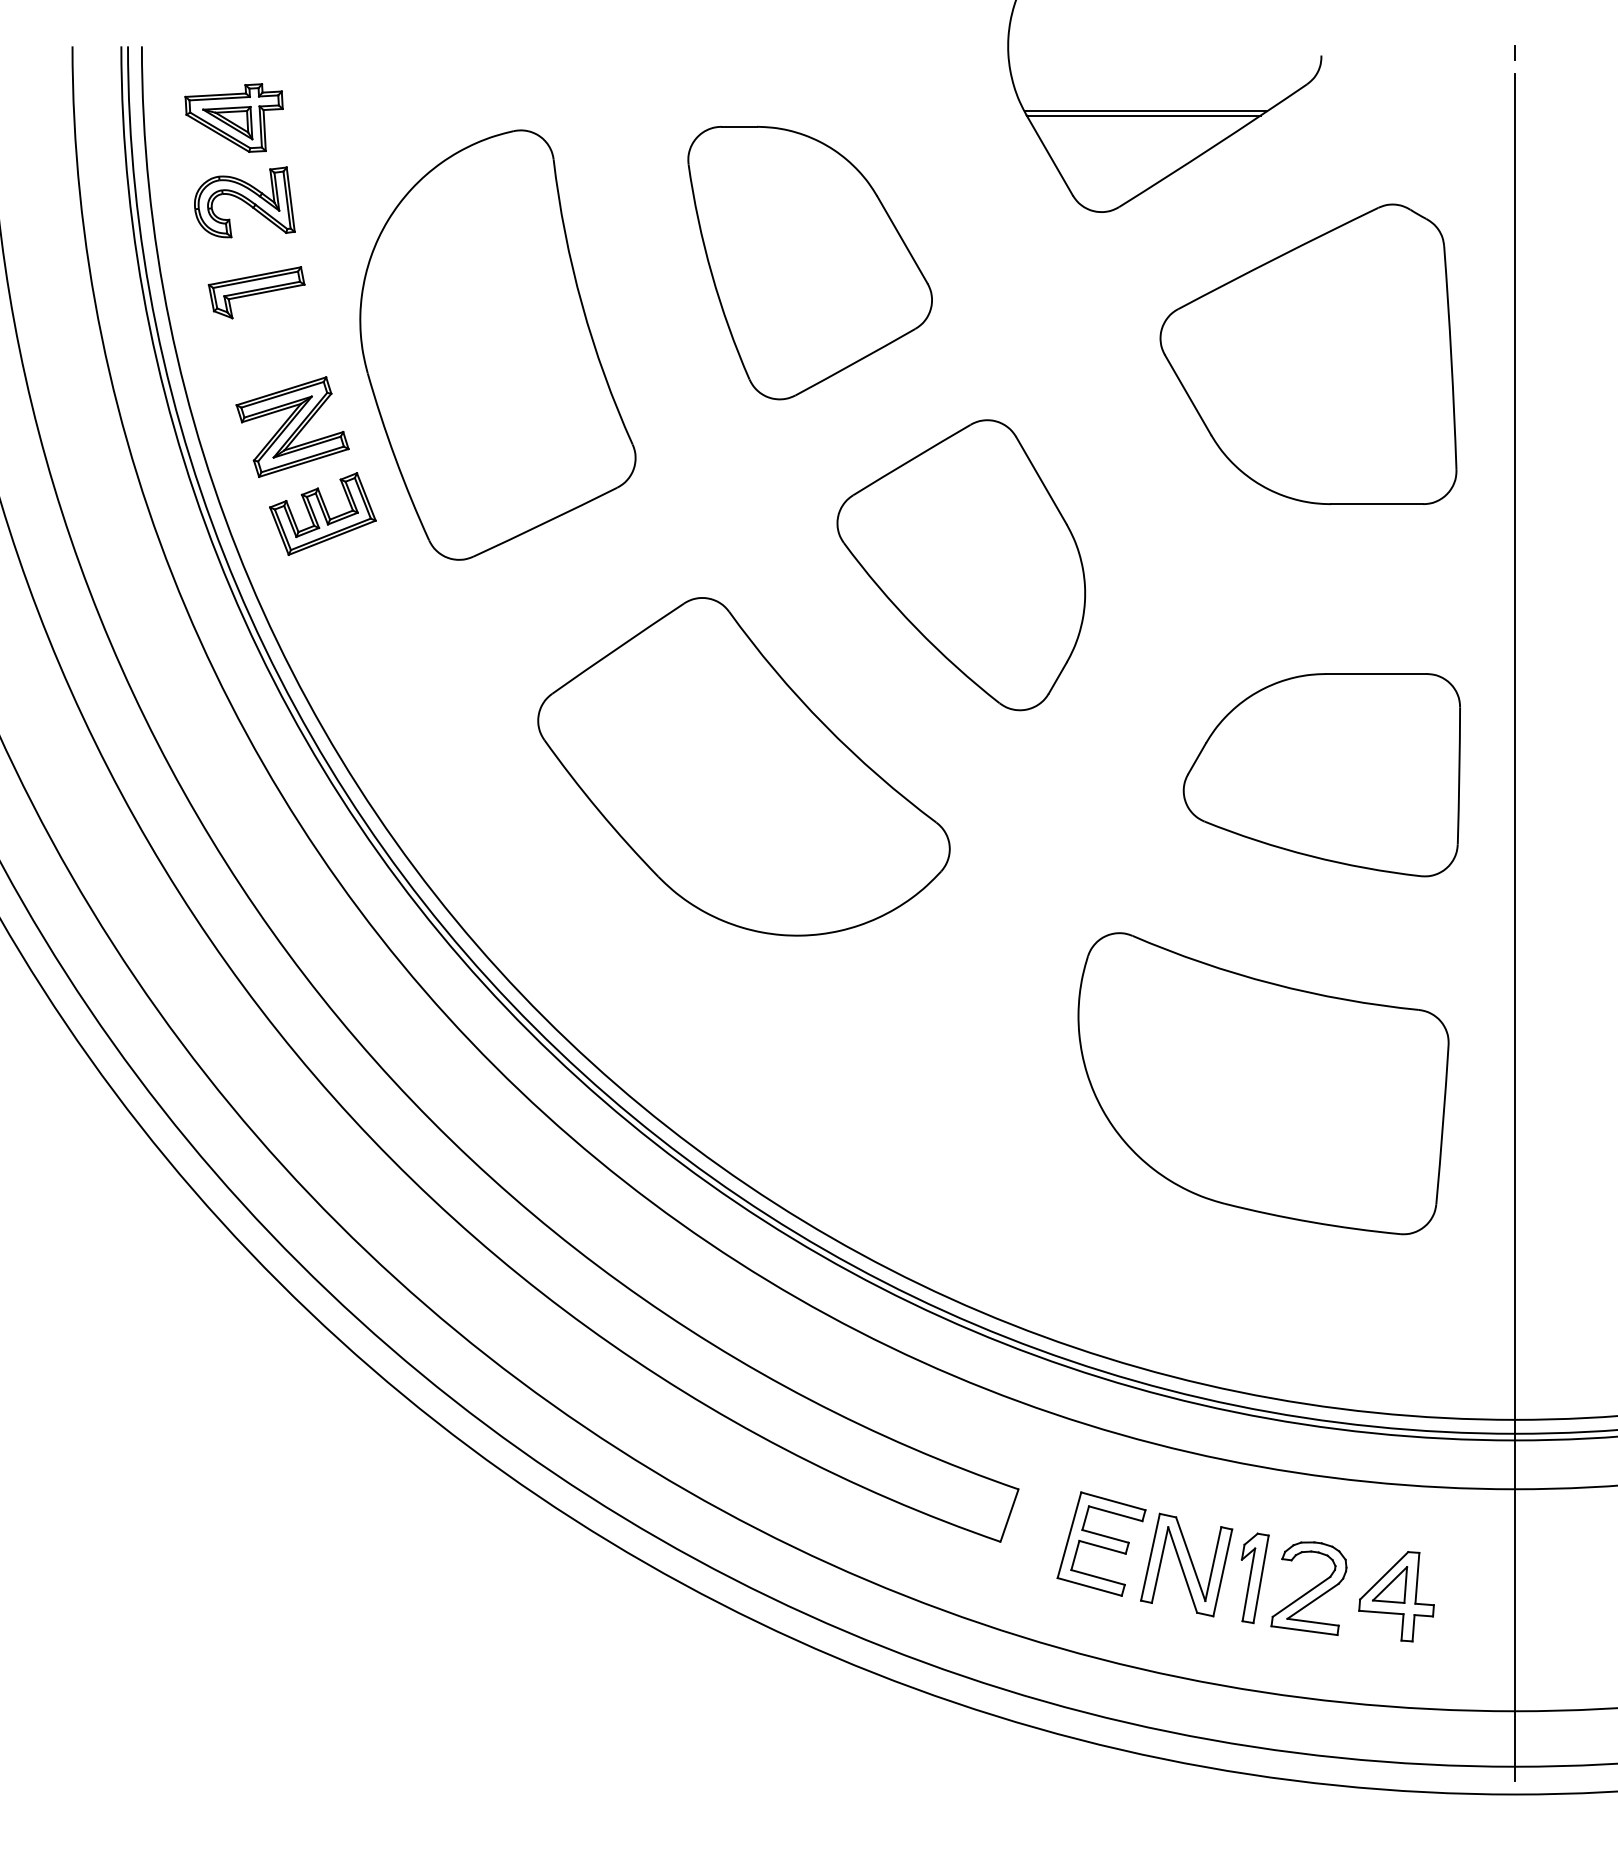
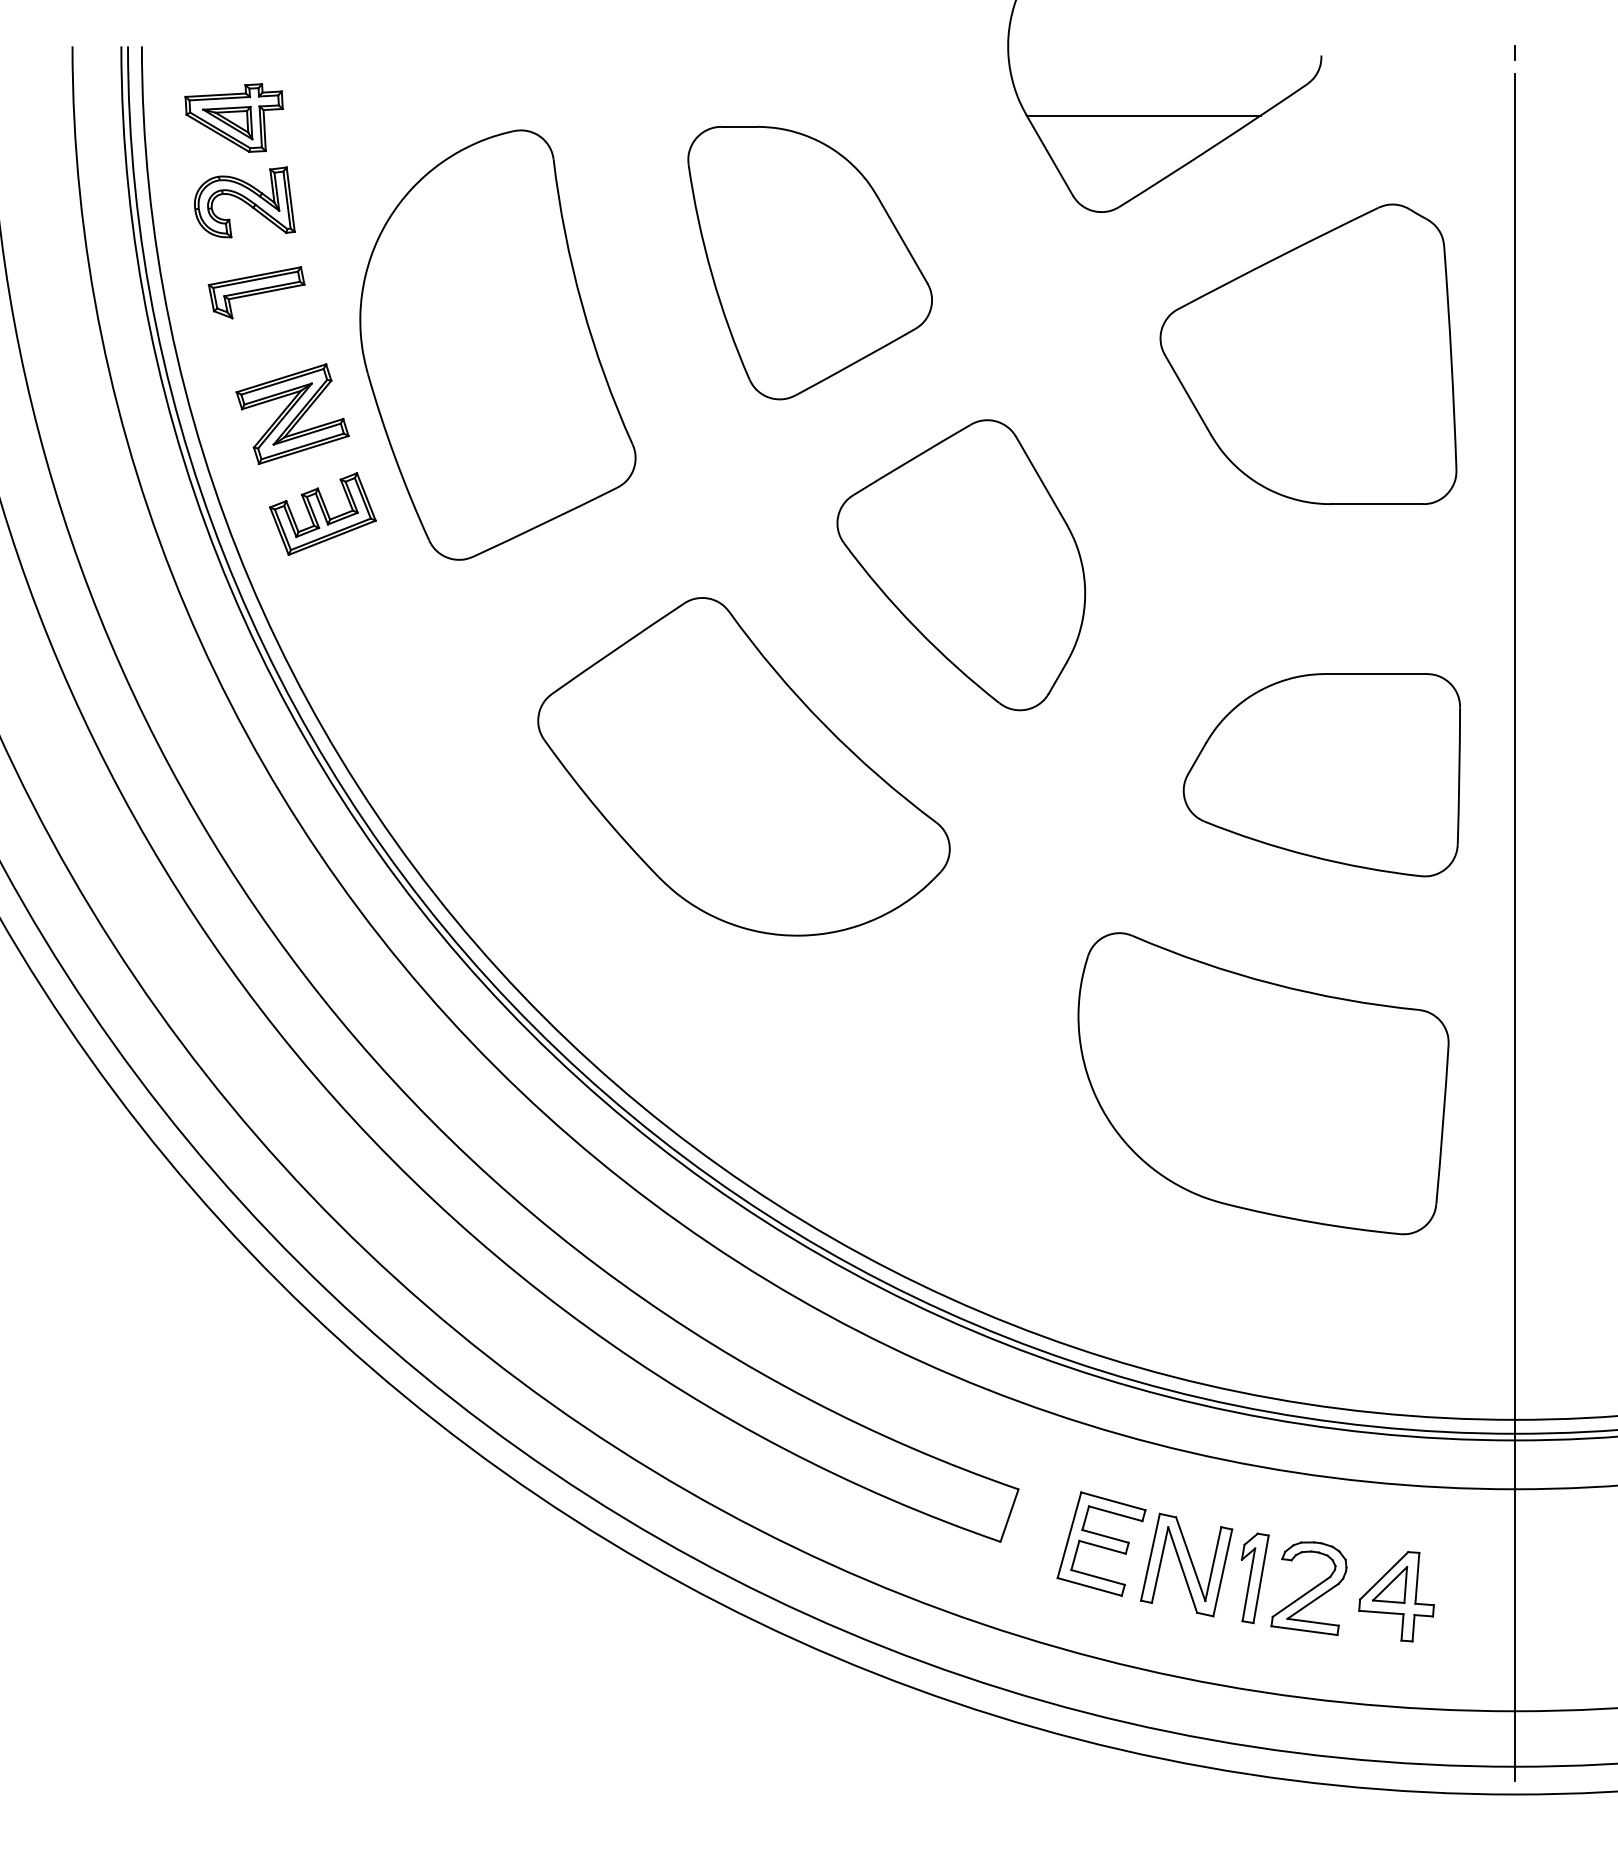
line at (1145, 111): present -> none
part at (292, 426) position: (292, 426) -> (292, 413)
